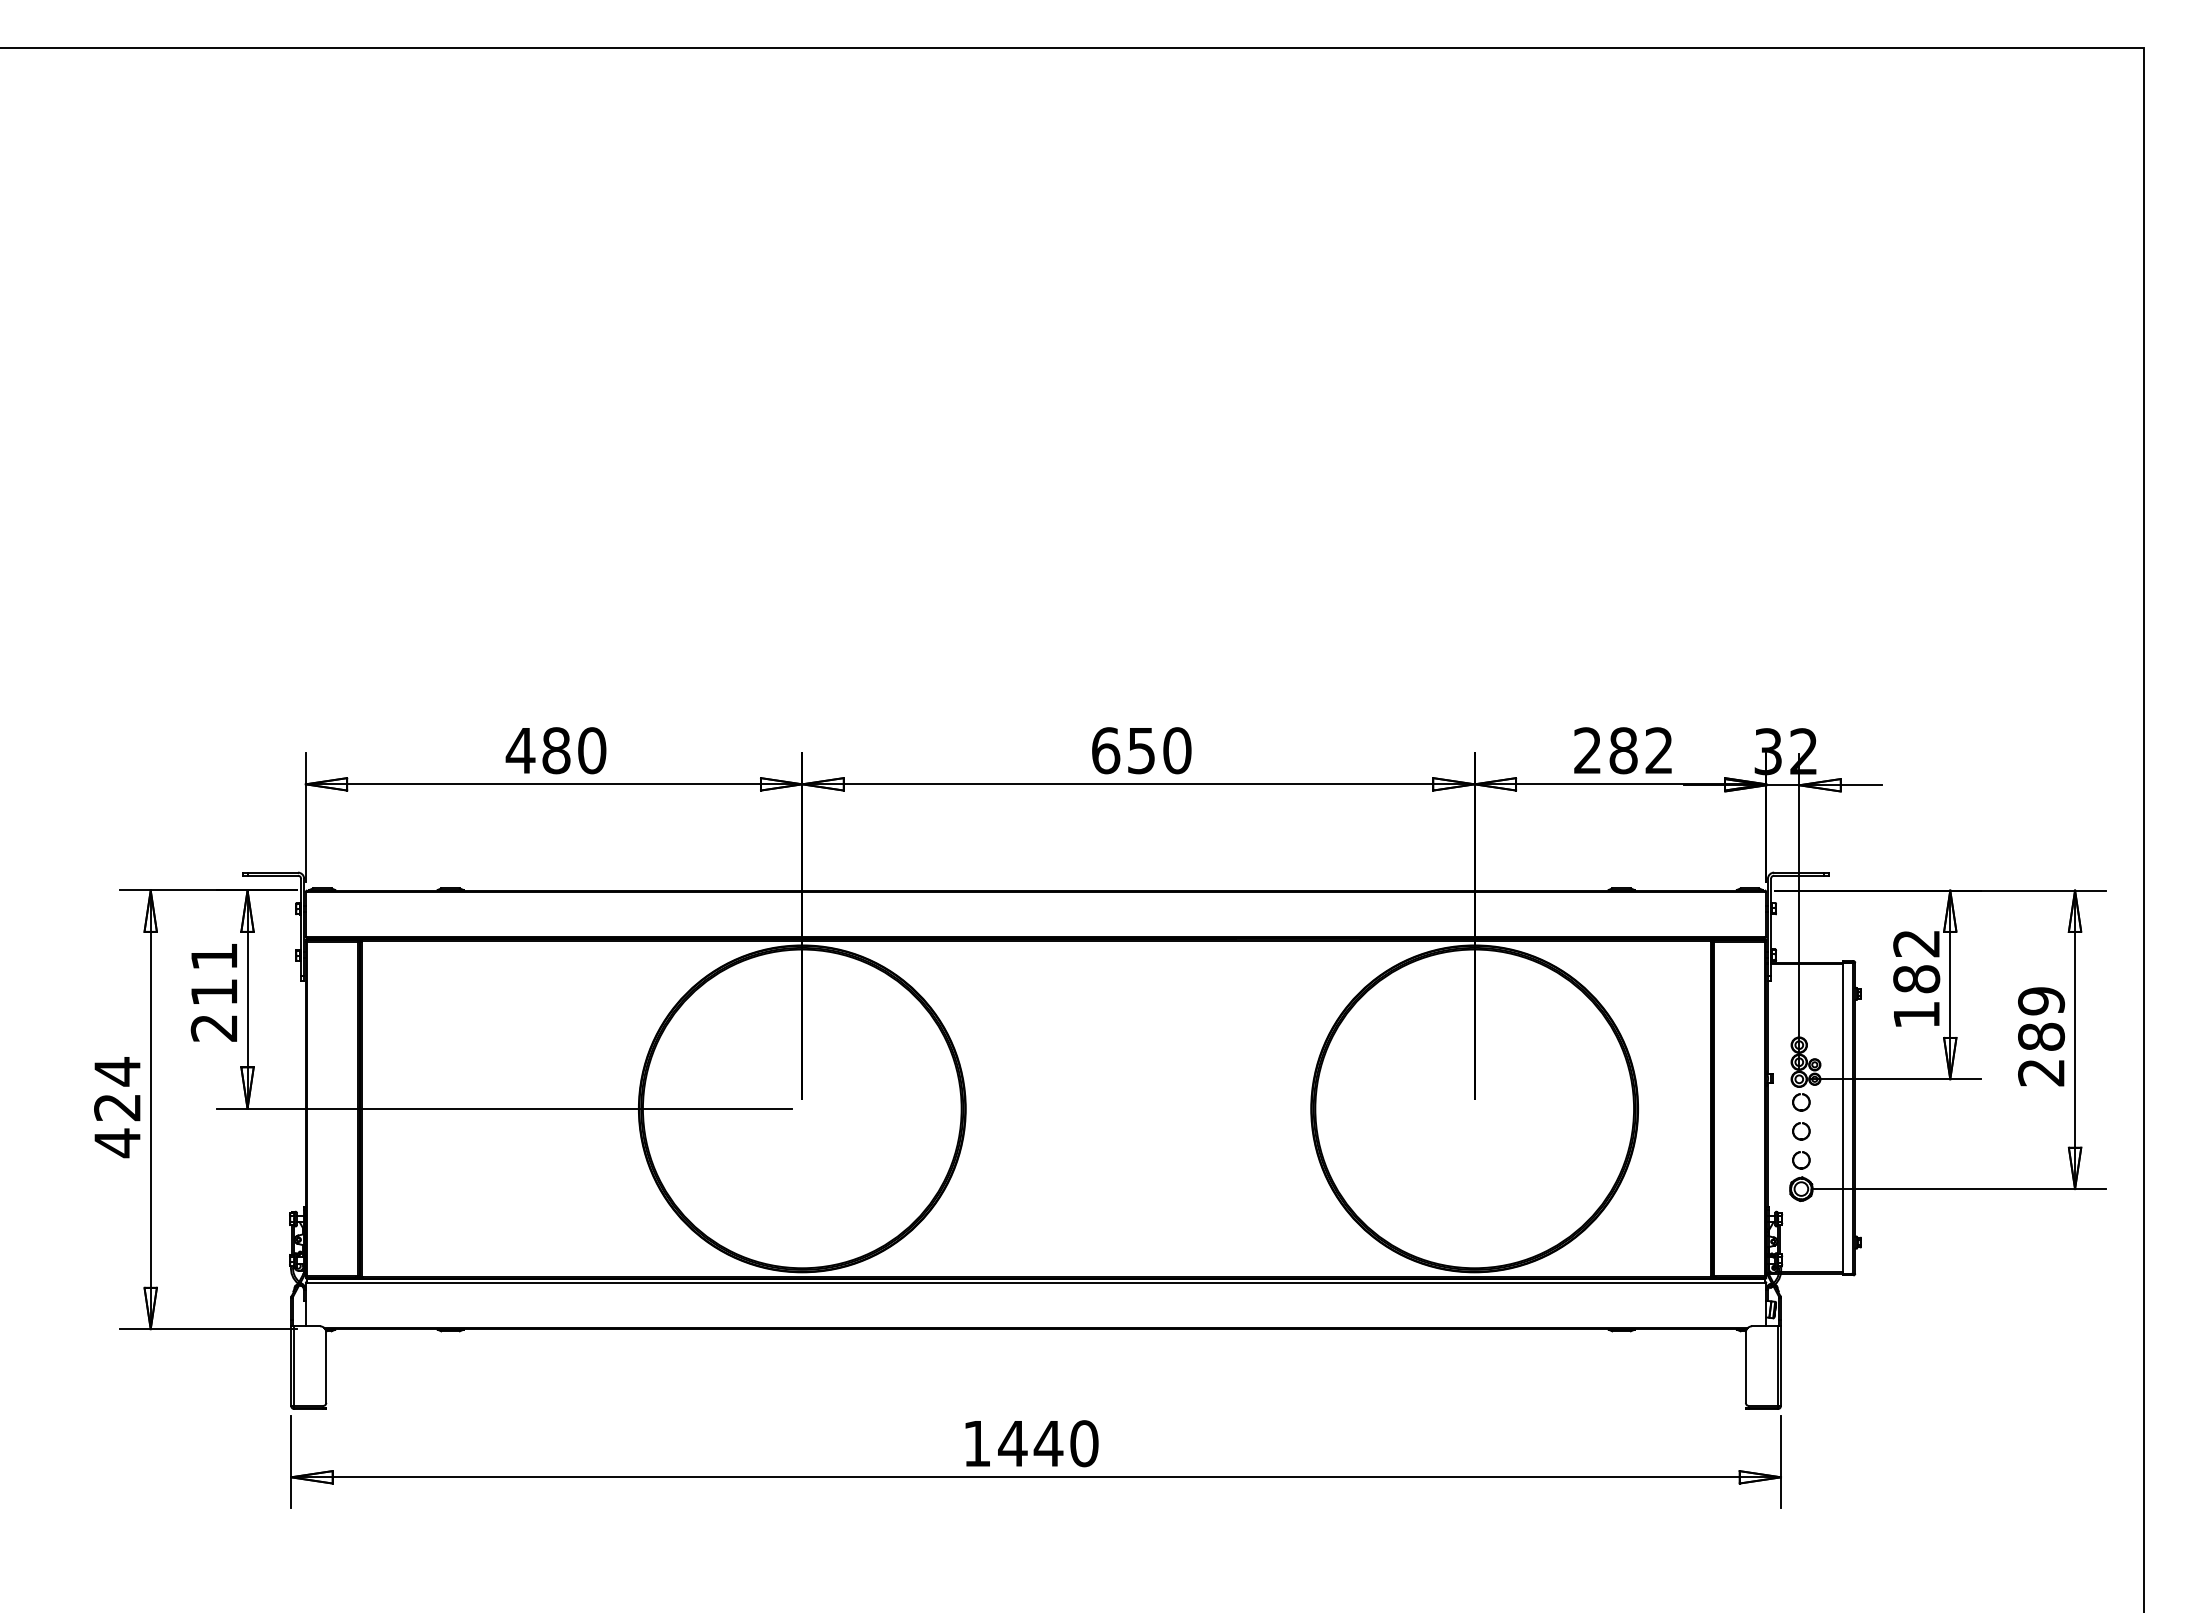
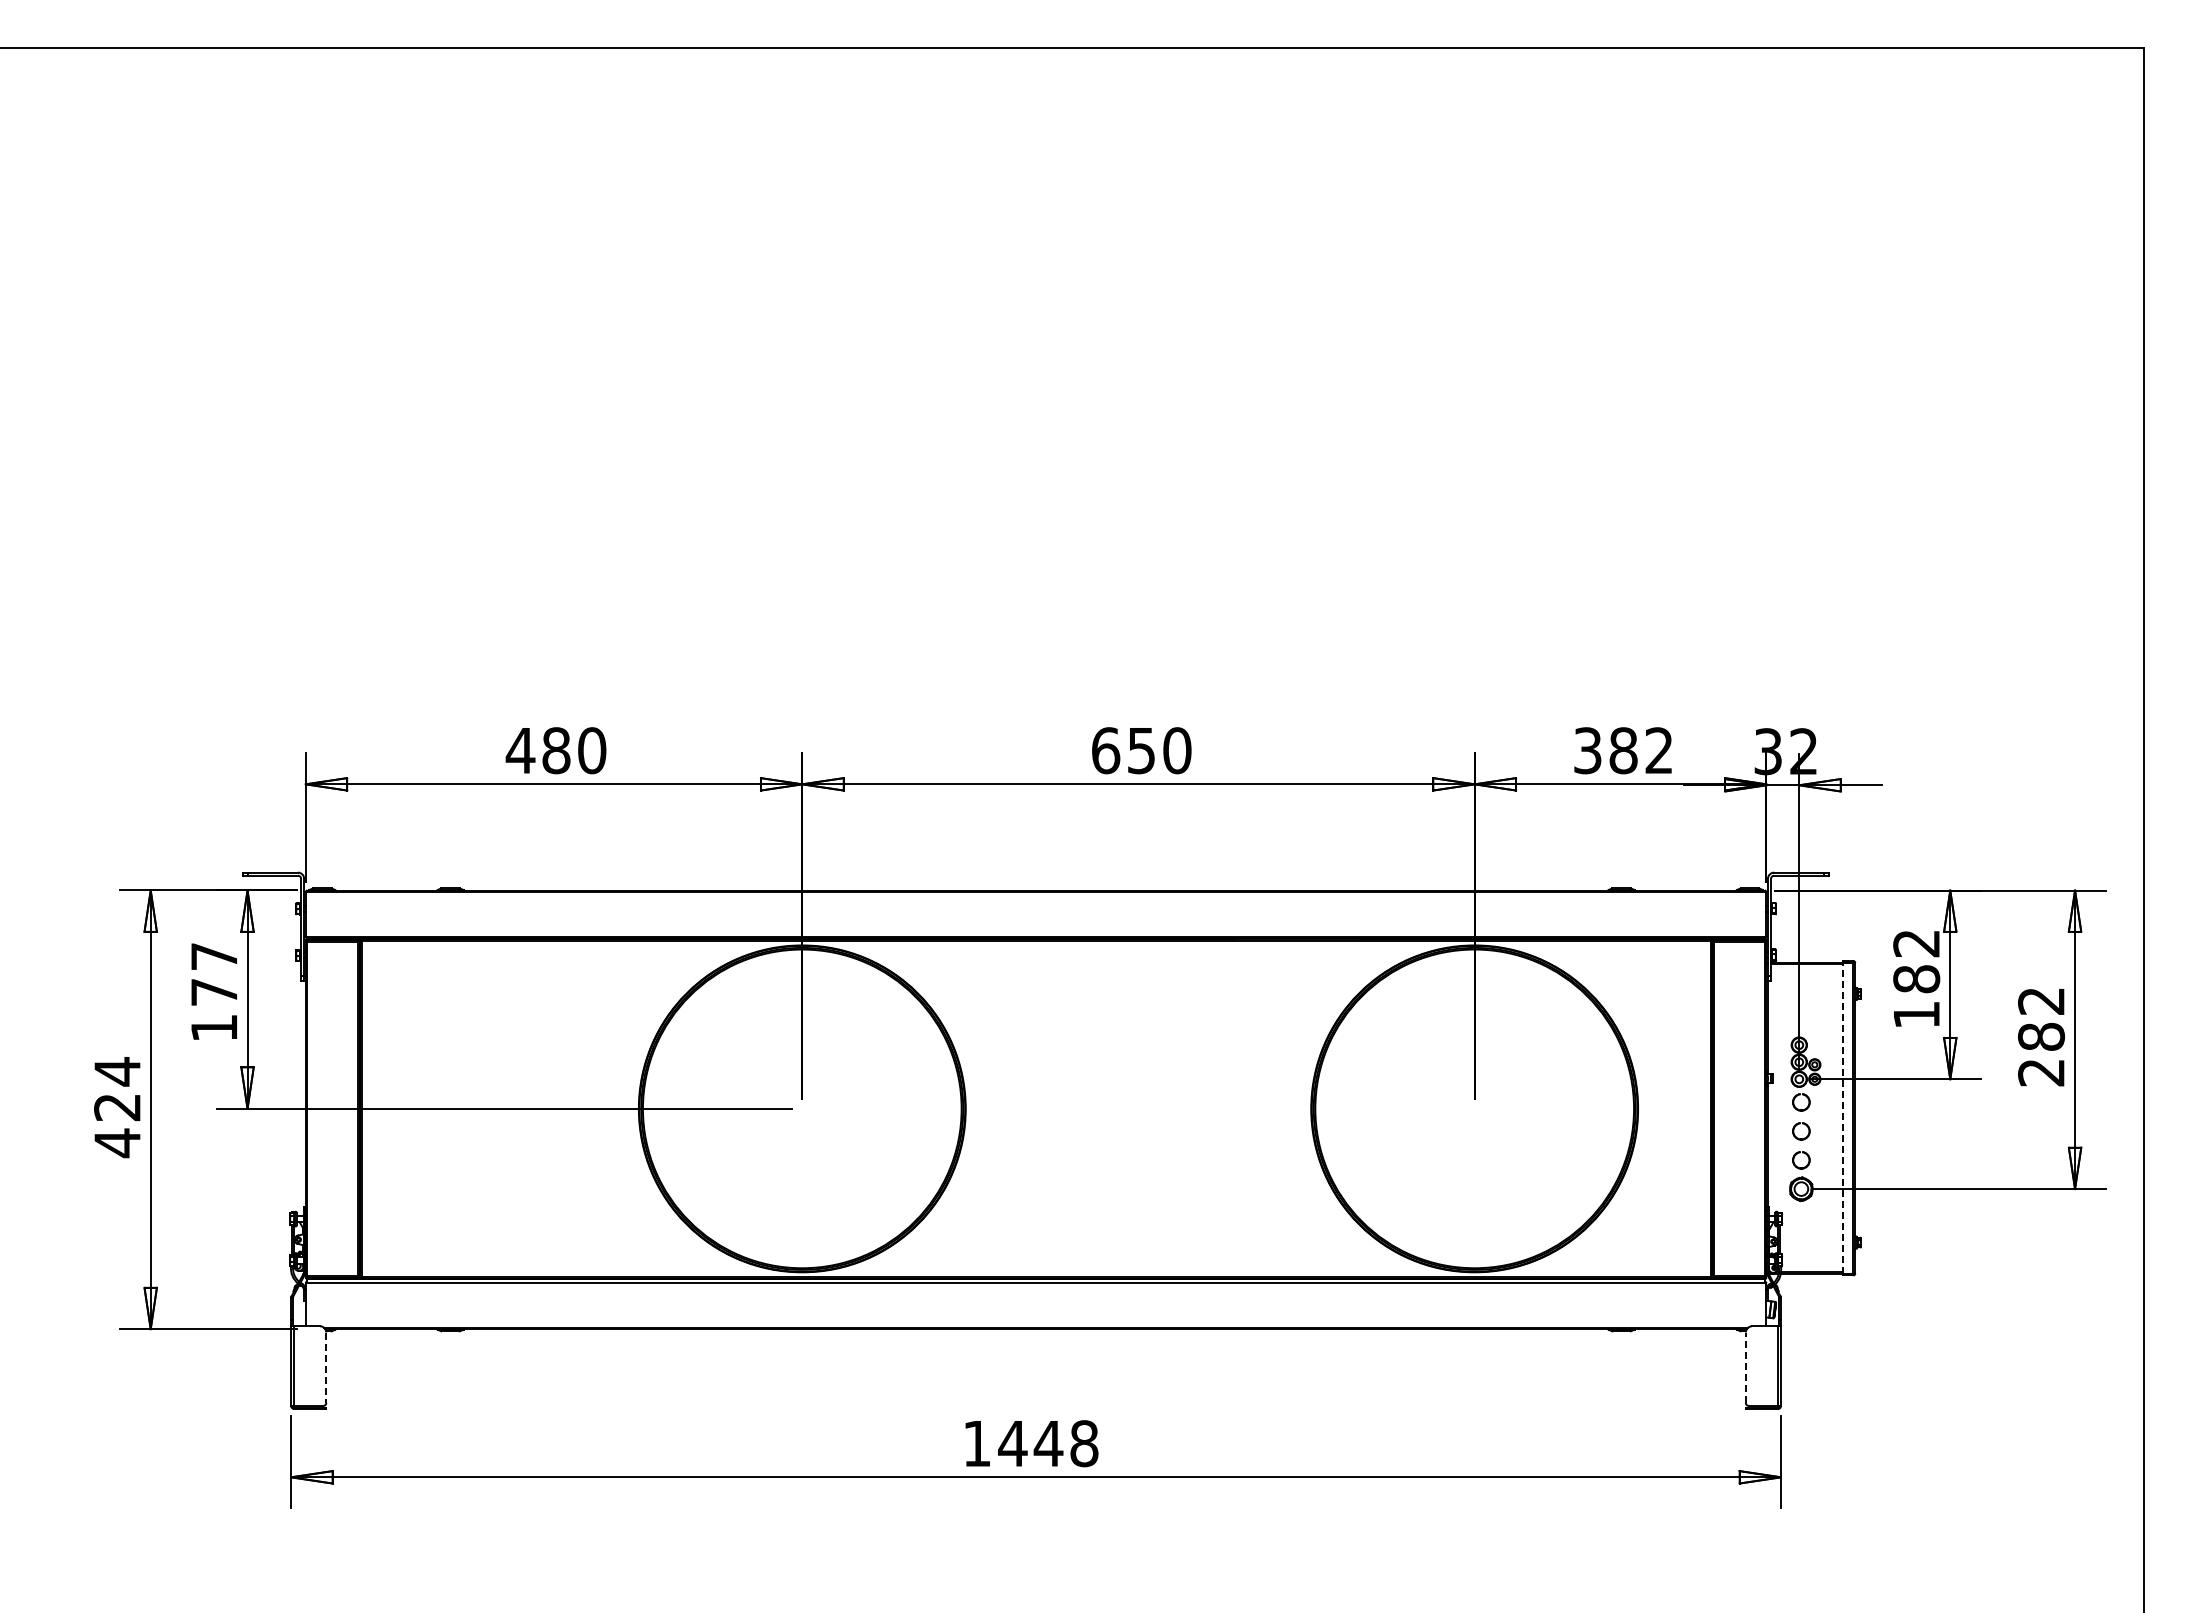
text at (1587, 750): 282 -> 382
text at (213, 992): 211 -> 177
text at (2041, 1001): 289 -> 282
line at (1842, 1117): solid -> dashed
line at (1745, 1367): solid -> dashed
line at (326, 1368): solid -> dashed
text at (1084, 1443): 1440 -> 1448
